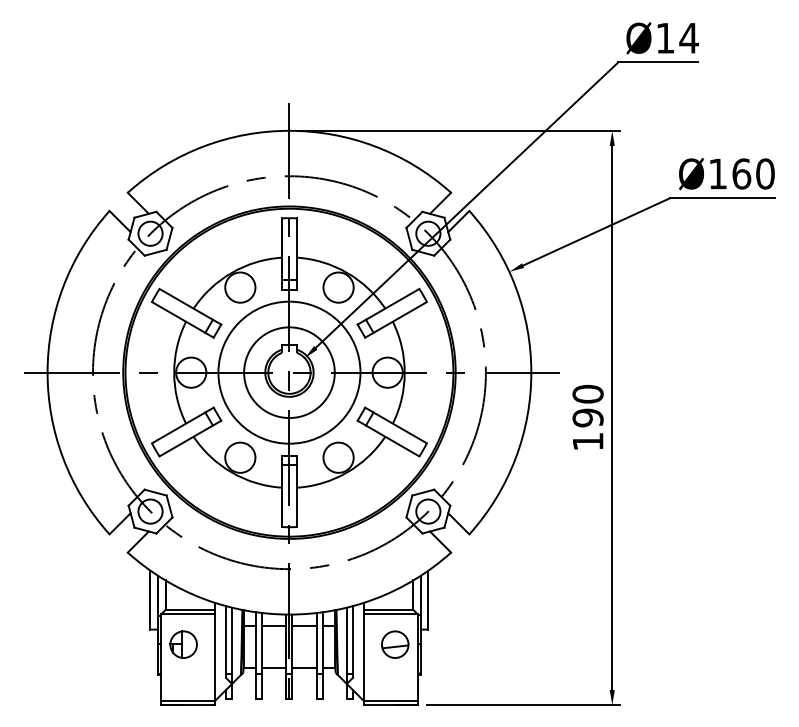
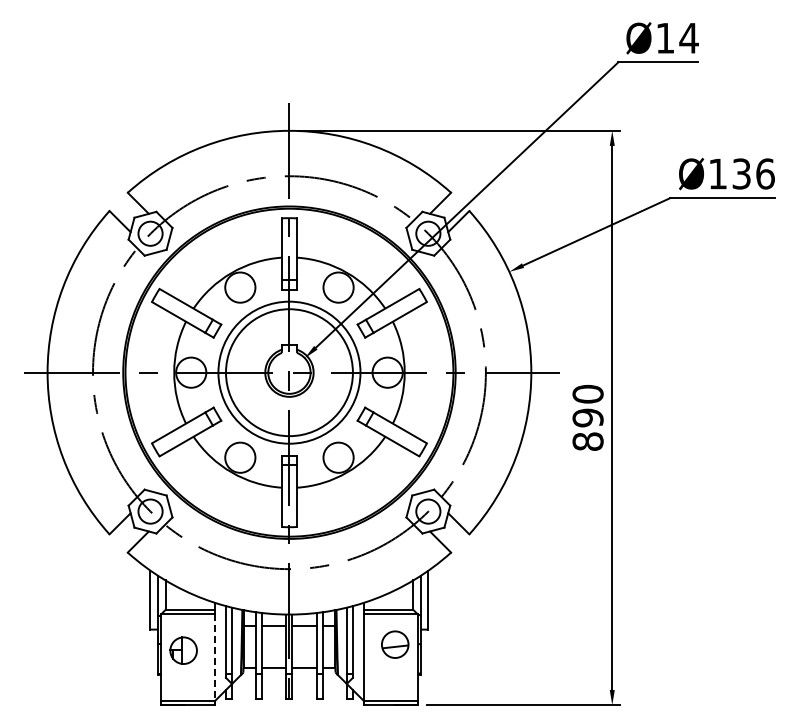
text at (753, 173): Ø160 -> Ø136
circle at (289, 372) diameter: 91 px -> 127 px
text at (587, 441): 190 -> 890
part at (183, 644) position: (183, 644) -> (183, 650)
line at (215, 658): solid -> dashed
